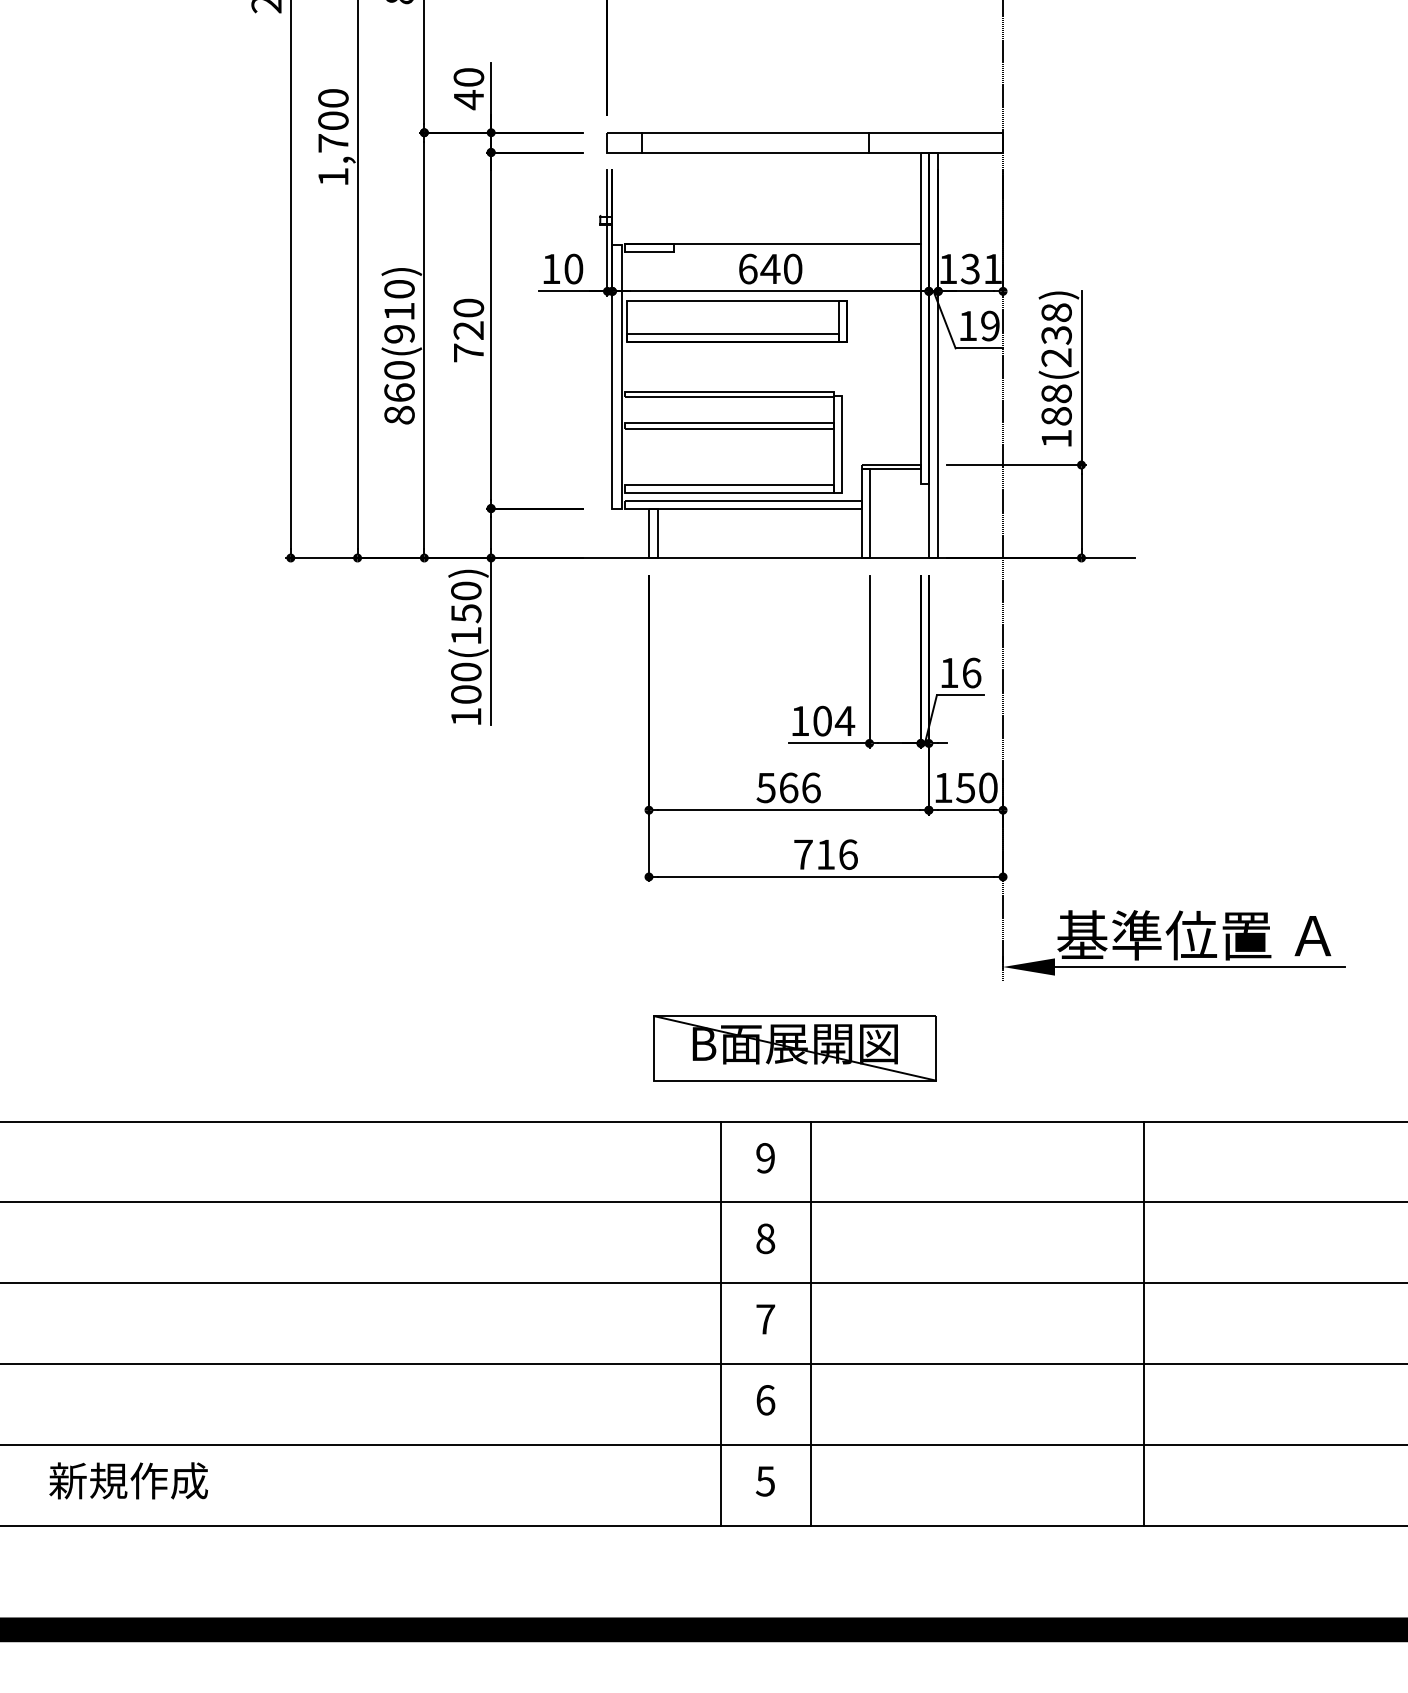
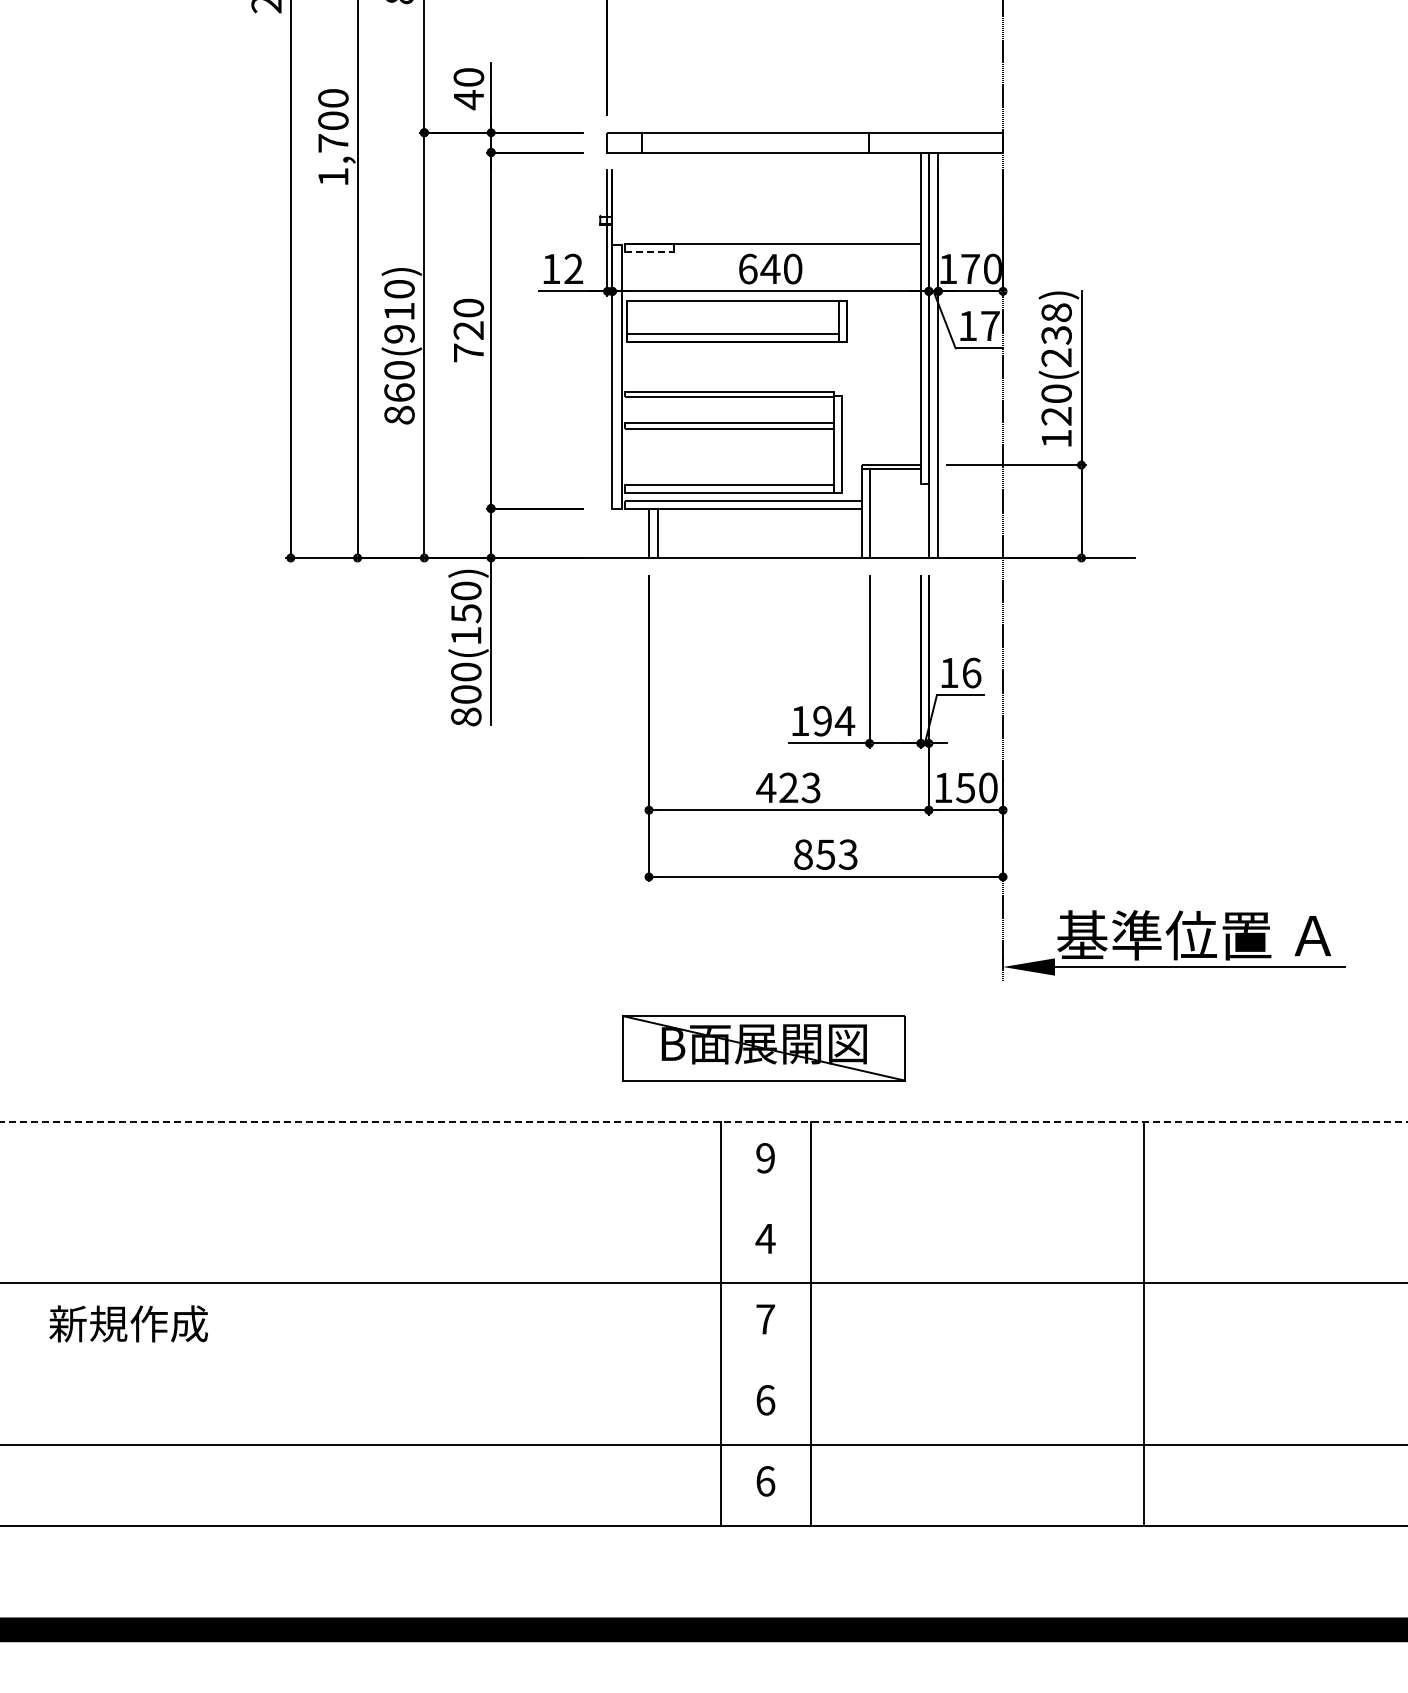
line at (649, 252): solid -> dashed
text at (573, 268): 10 -> 12
text at (980, 268): 131 -> 170
text at (990, 325): 19 -> 17
text at (1056, 404): 188(238) -> 120(238)
text at (466, 716): 100(150) -> 800(150)
text at (822, 720): 104 -> 194
text at (788, 787): 566 -> 423
text at (825, 854): 716 -> 853
part at (794, 1048) position: (794, 1048) -> (763, 1048)
line at (704, 1121): solid -> dashed
line at (703, 1202): present -> none
text at (765, 1238): 8 -> 4
line at (703, 1363): present -> none
text at (128, 1480) position: (128, 1480) -> (128, 1323)
text at (765, 1481): 5 -> 6
